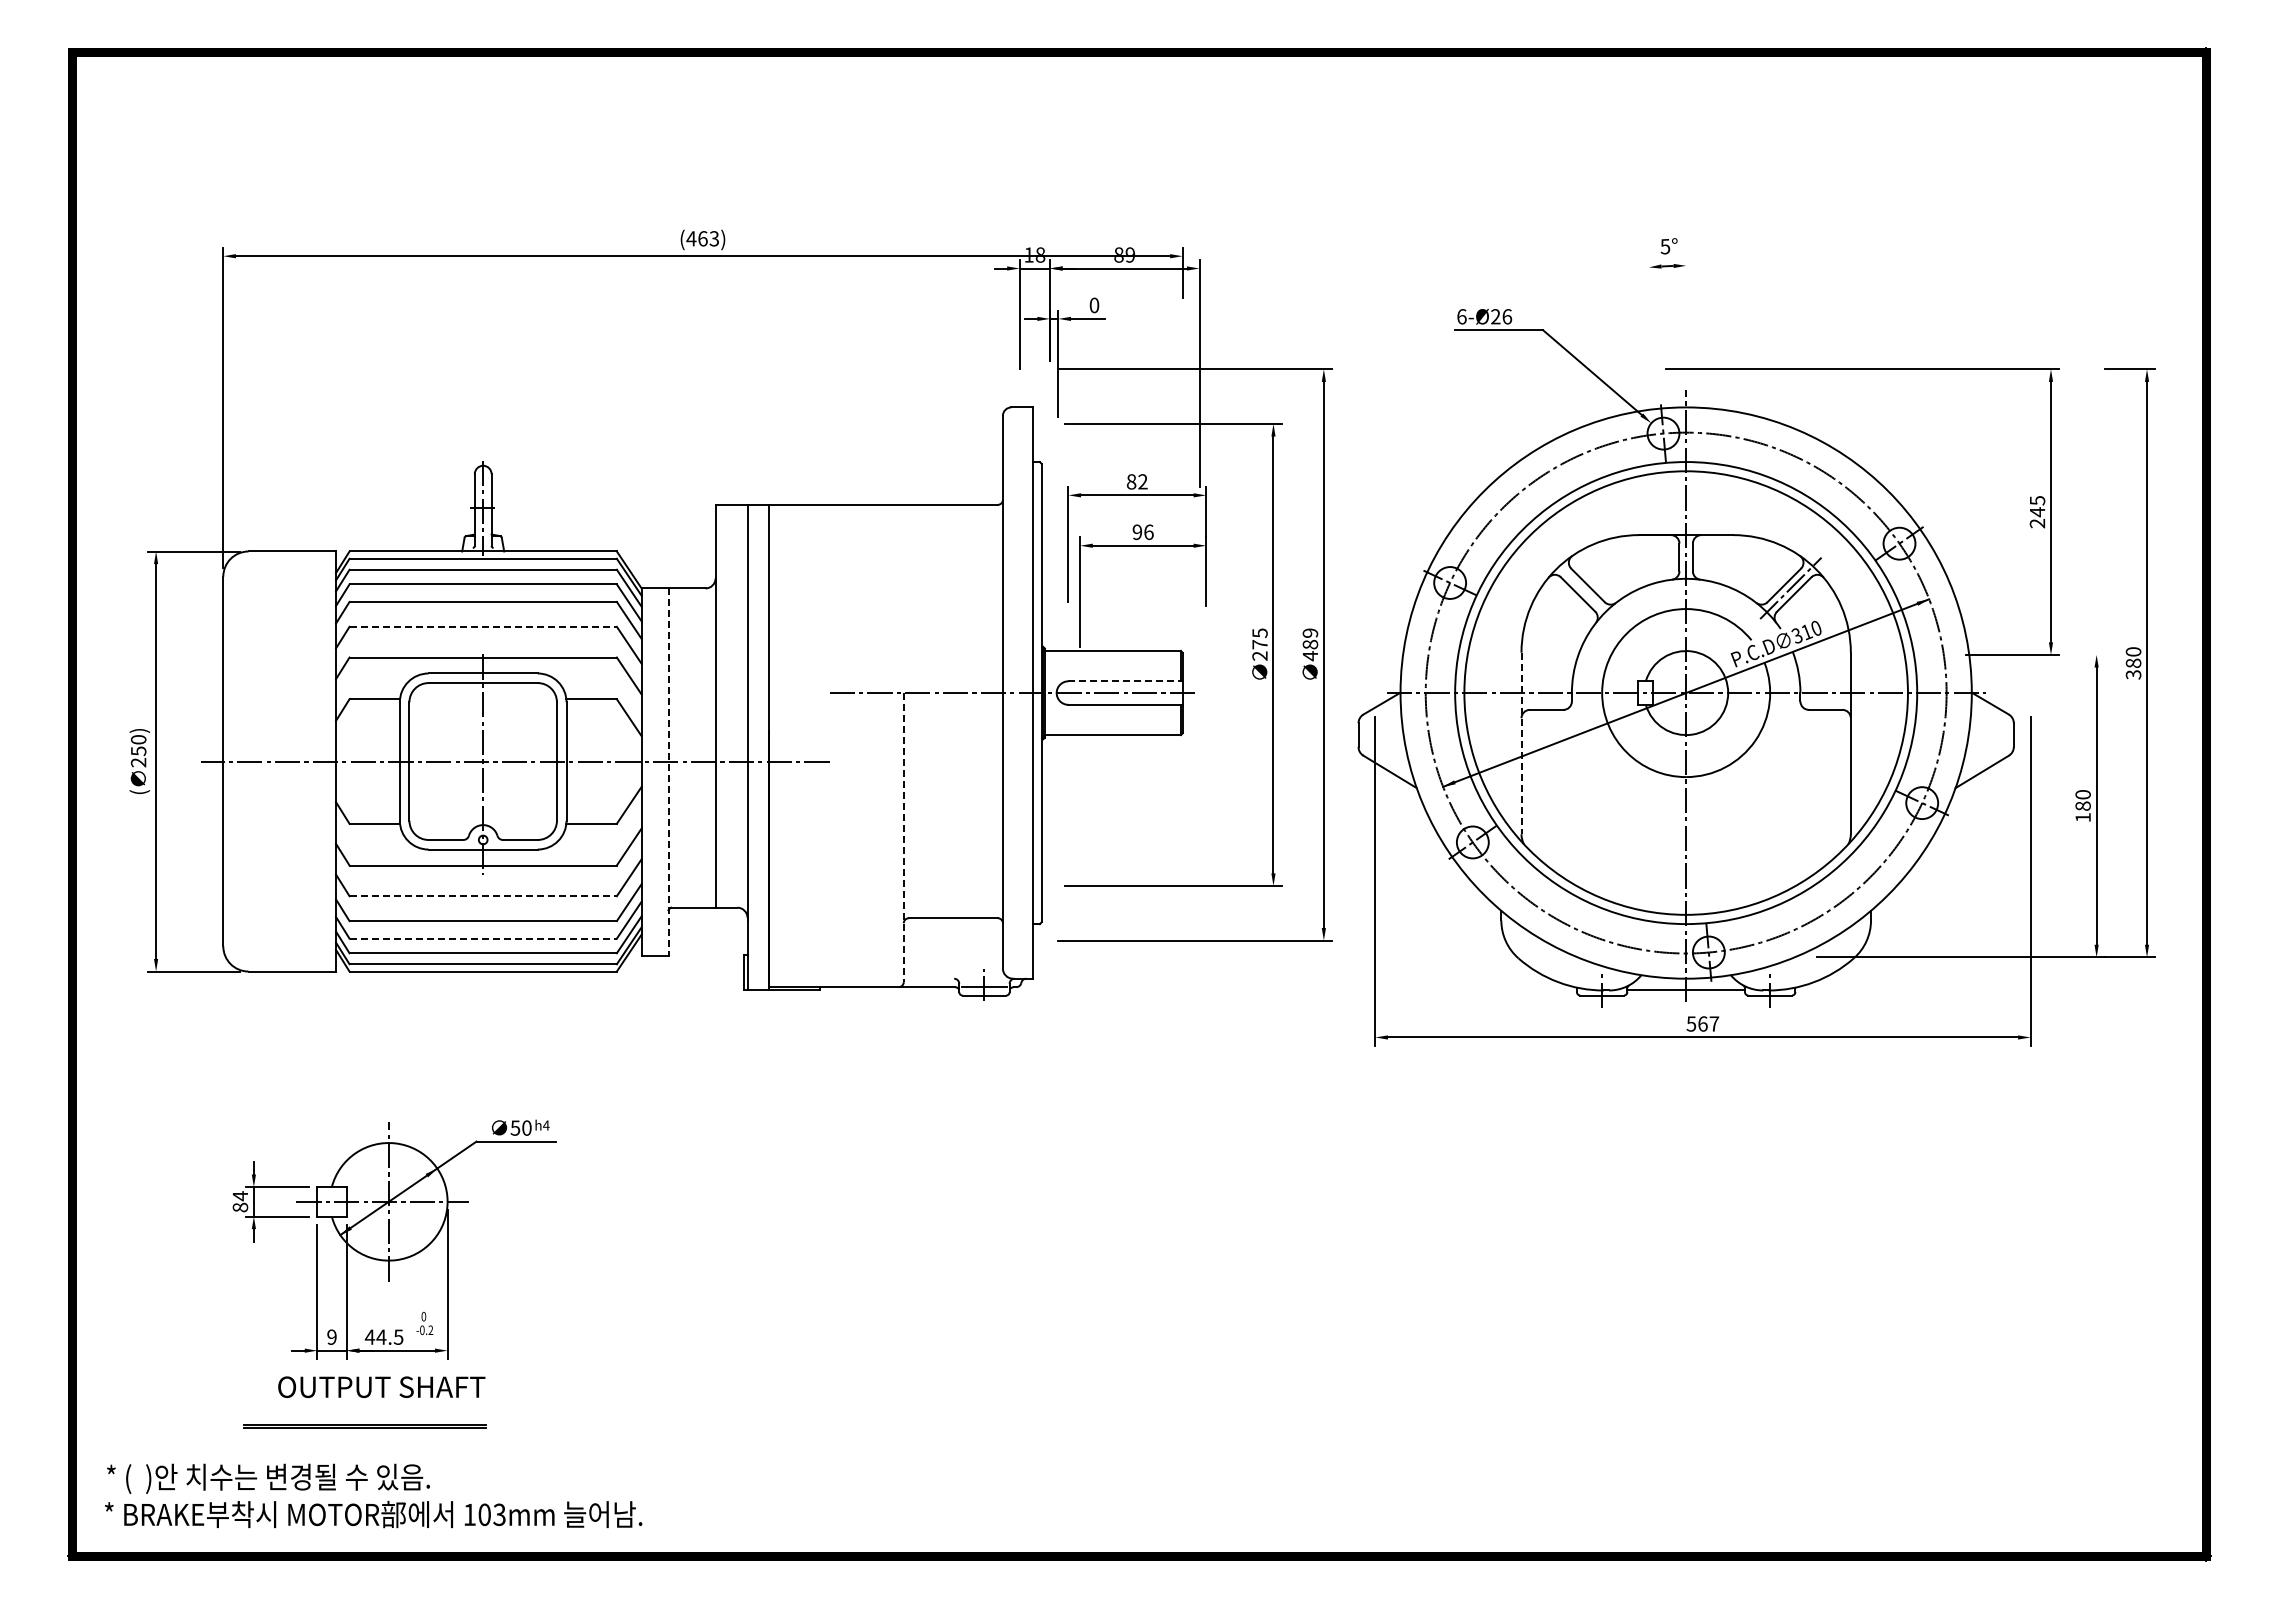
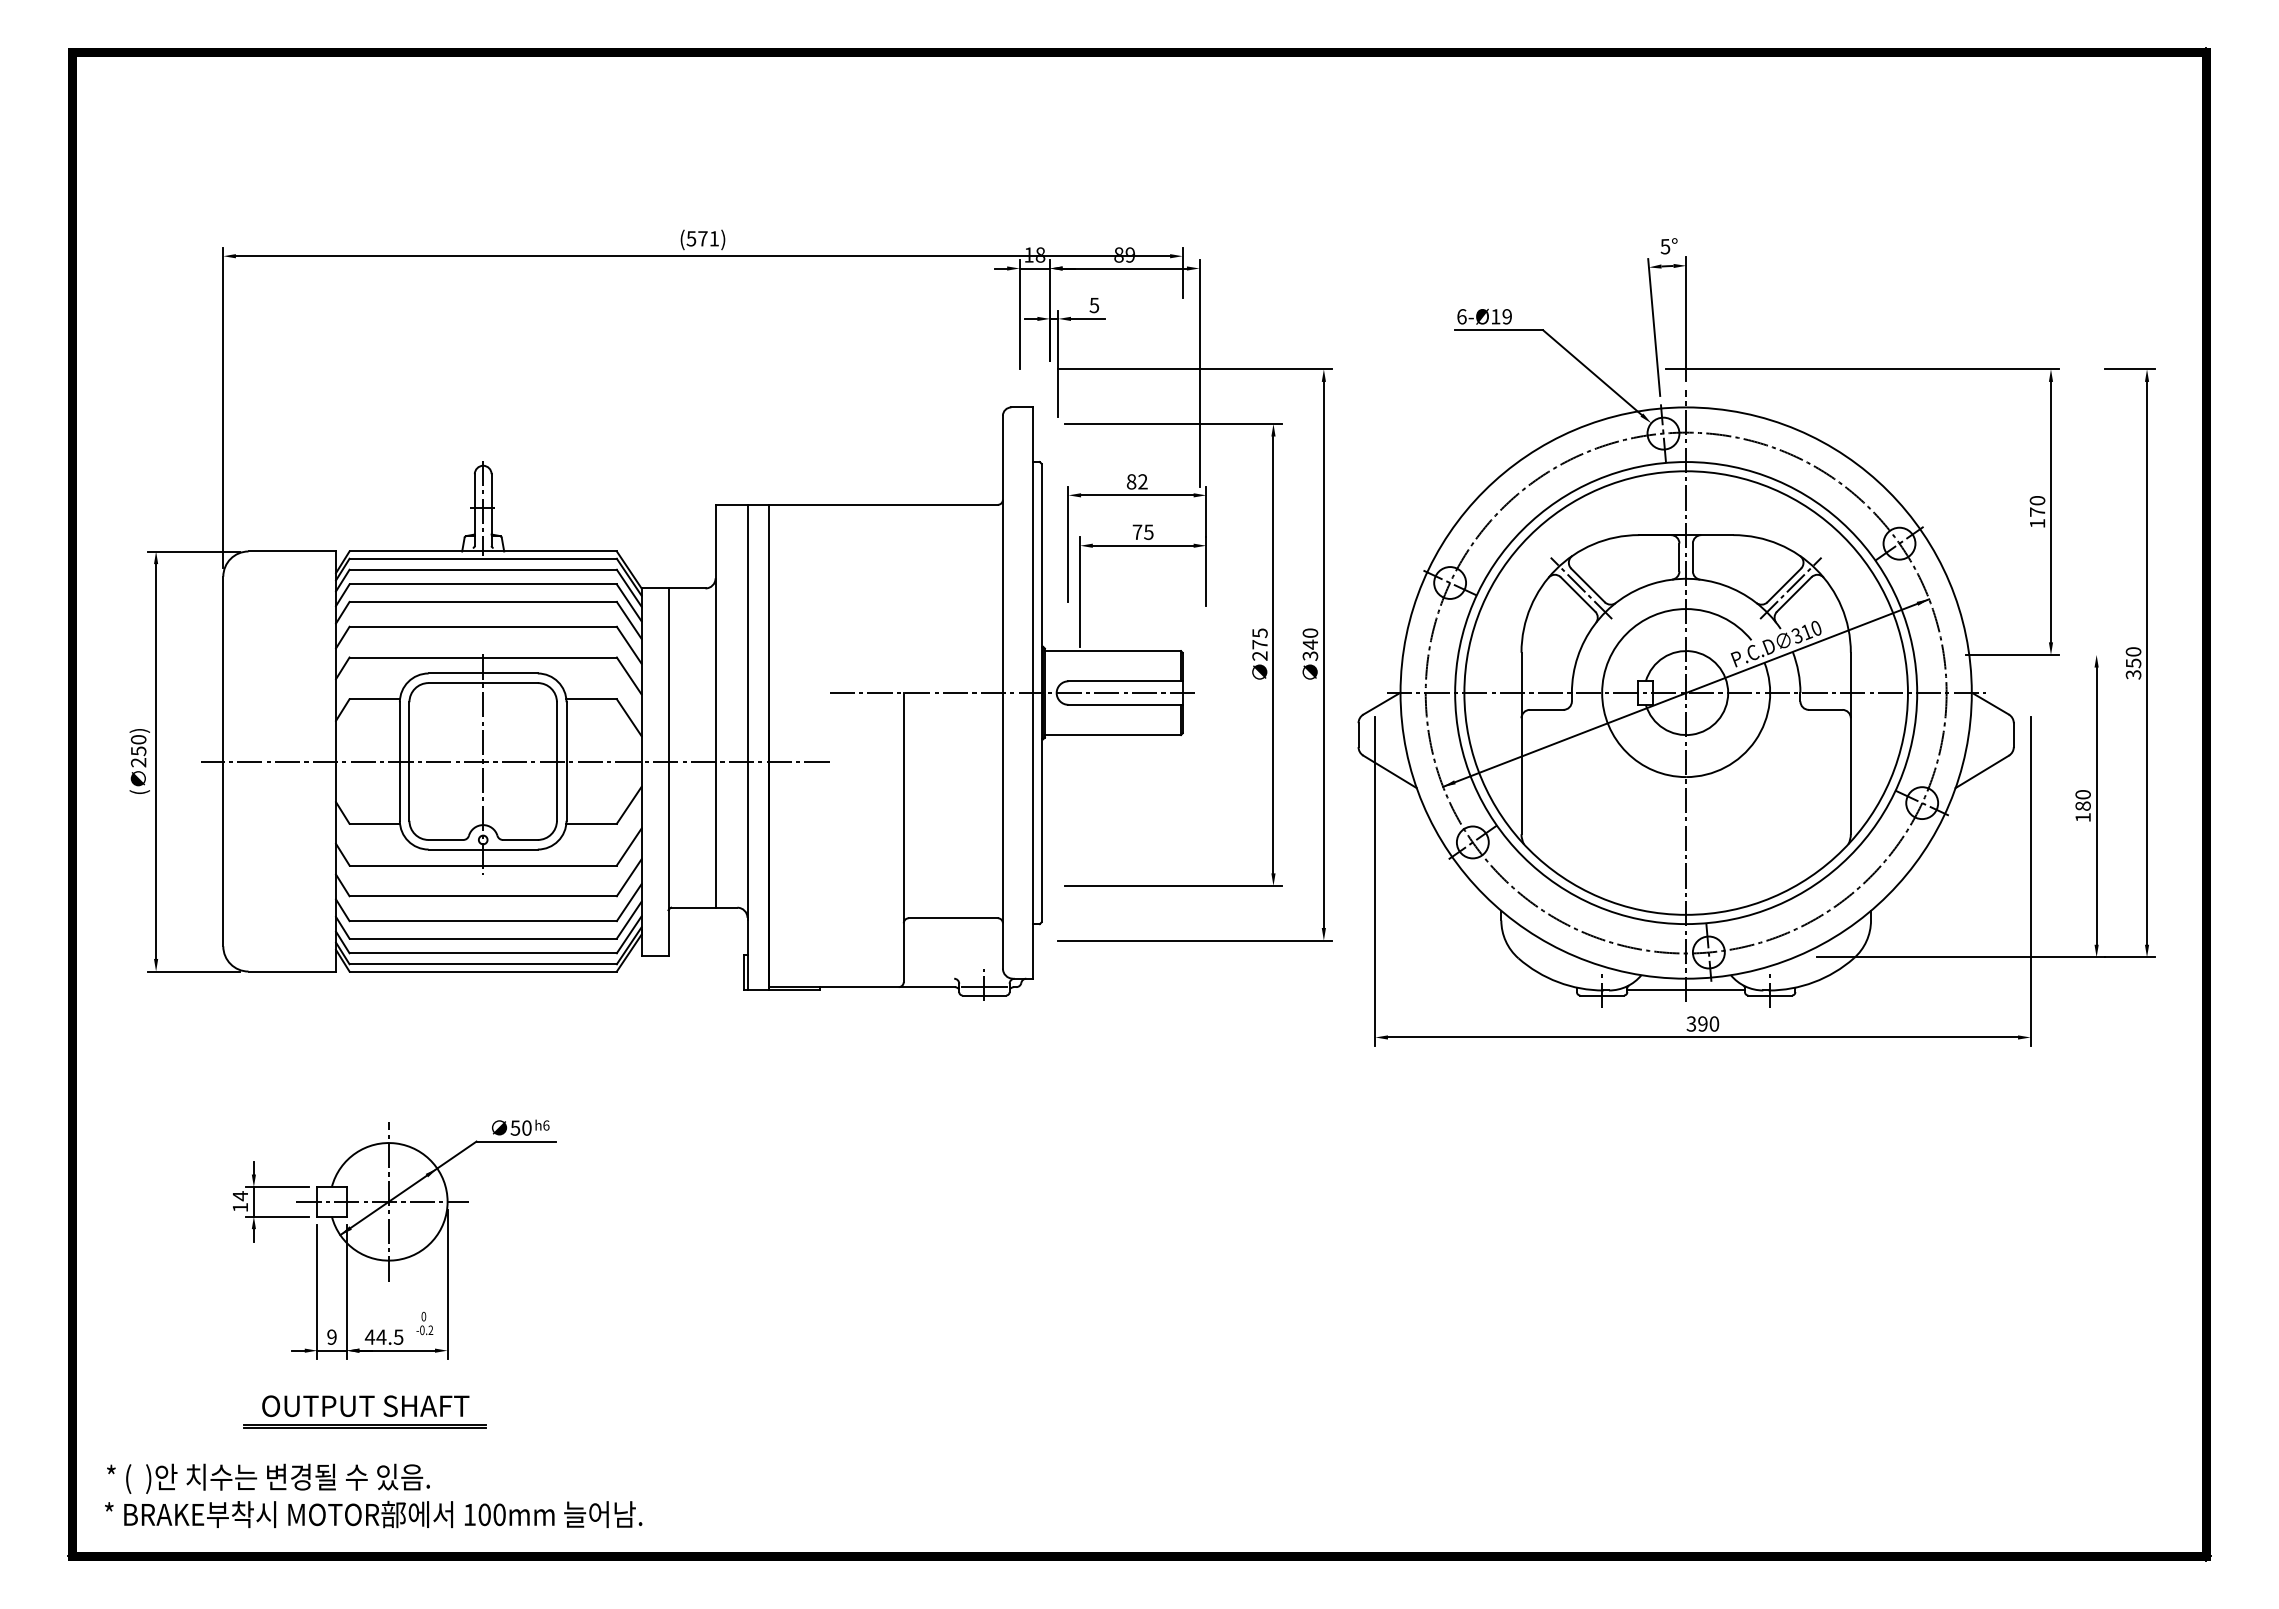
text at (702, 238): (463) -> (571)
text at (1094, 305): 0 -> 5
text at (1501, 316): 6-Ø26 -> 6-Ø19
line at (1686, 319): none -> present
line at (1654, 327): none -> present
text at (2037, 512): 245 -> 170
text at (1142, 532): 96 -> 75
line at (1581, 588): none -> present
line at (483, 626): dashed -> solid
text at (1310, 644): 489 -> 340
text at (2133, 663): 380 -> 350
line at (1126, 681): dashed -> solid
line at (1521, 743): dashed -> solid
line at (668, 772): dashed -> solid
line at (903, 837): dashed -> solid
line at (483, 896): dashed -> solid
line at (483, 938): dashed -> solid
text at (1703, 1023): 567 -> 390
text at (546, 1125): h4 -> h6
text at (240, 1207): 84 -> 14
text at (381, 1386) position: (381, 1386) -> (365, 1405)
text at (499, 1514): 103mm -> 100mm
